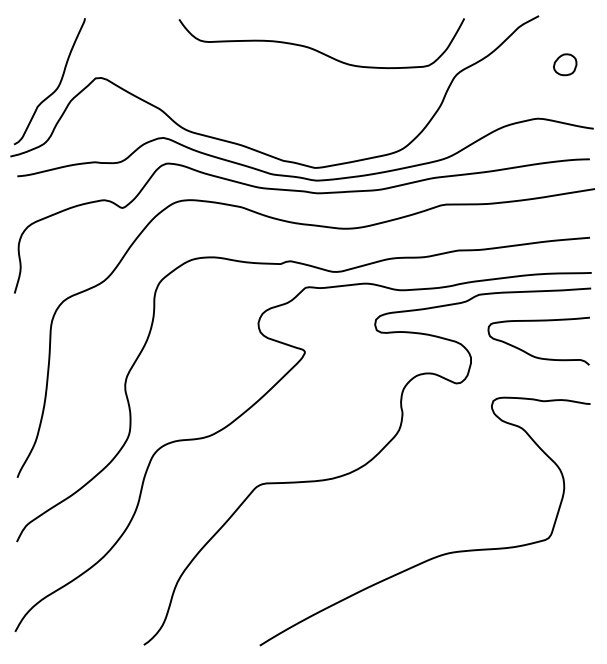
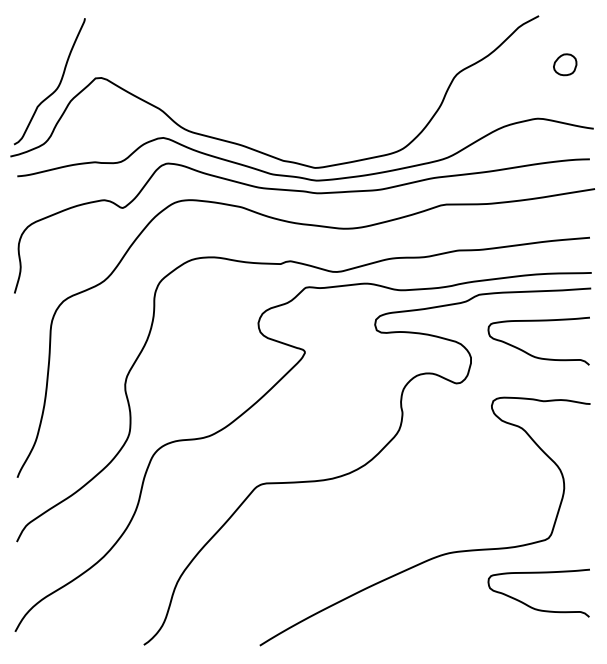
curve at (318, 50): present -> none
curve at (534, 607): none -> present
